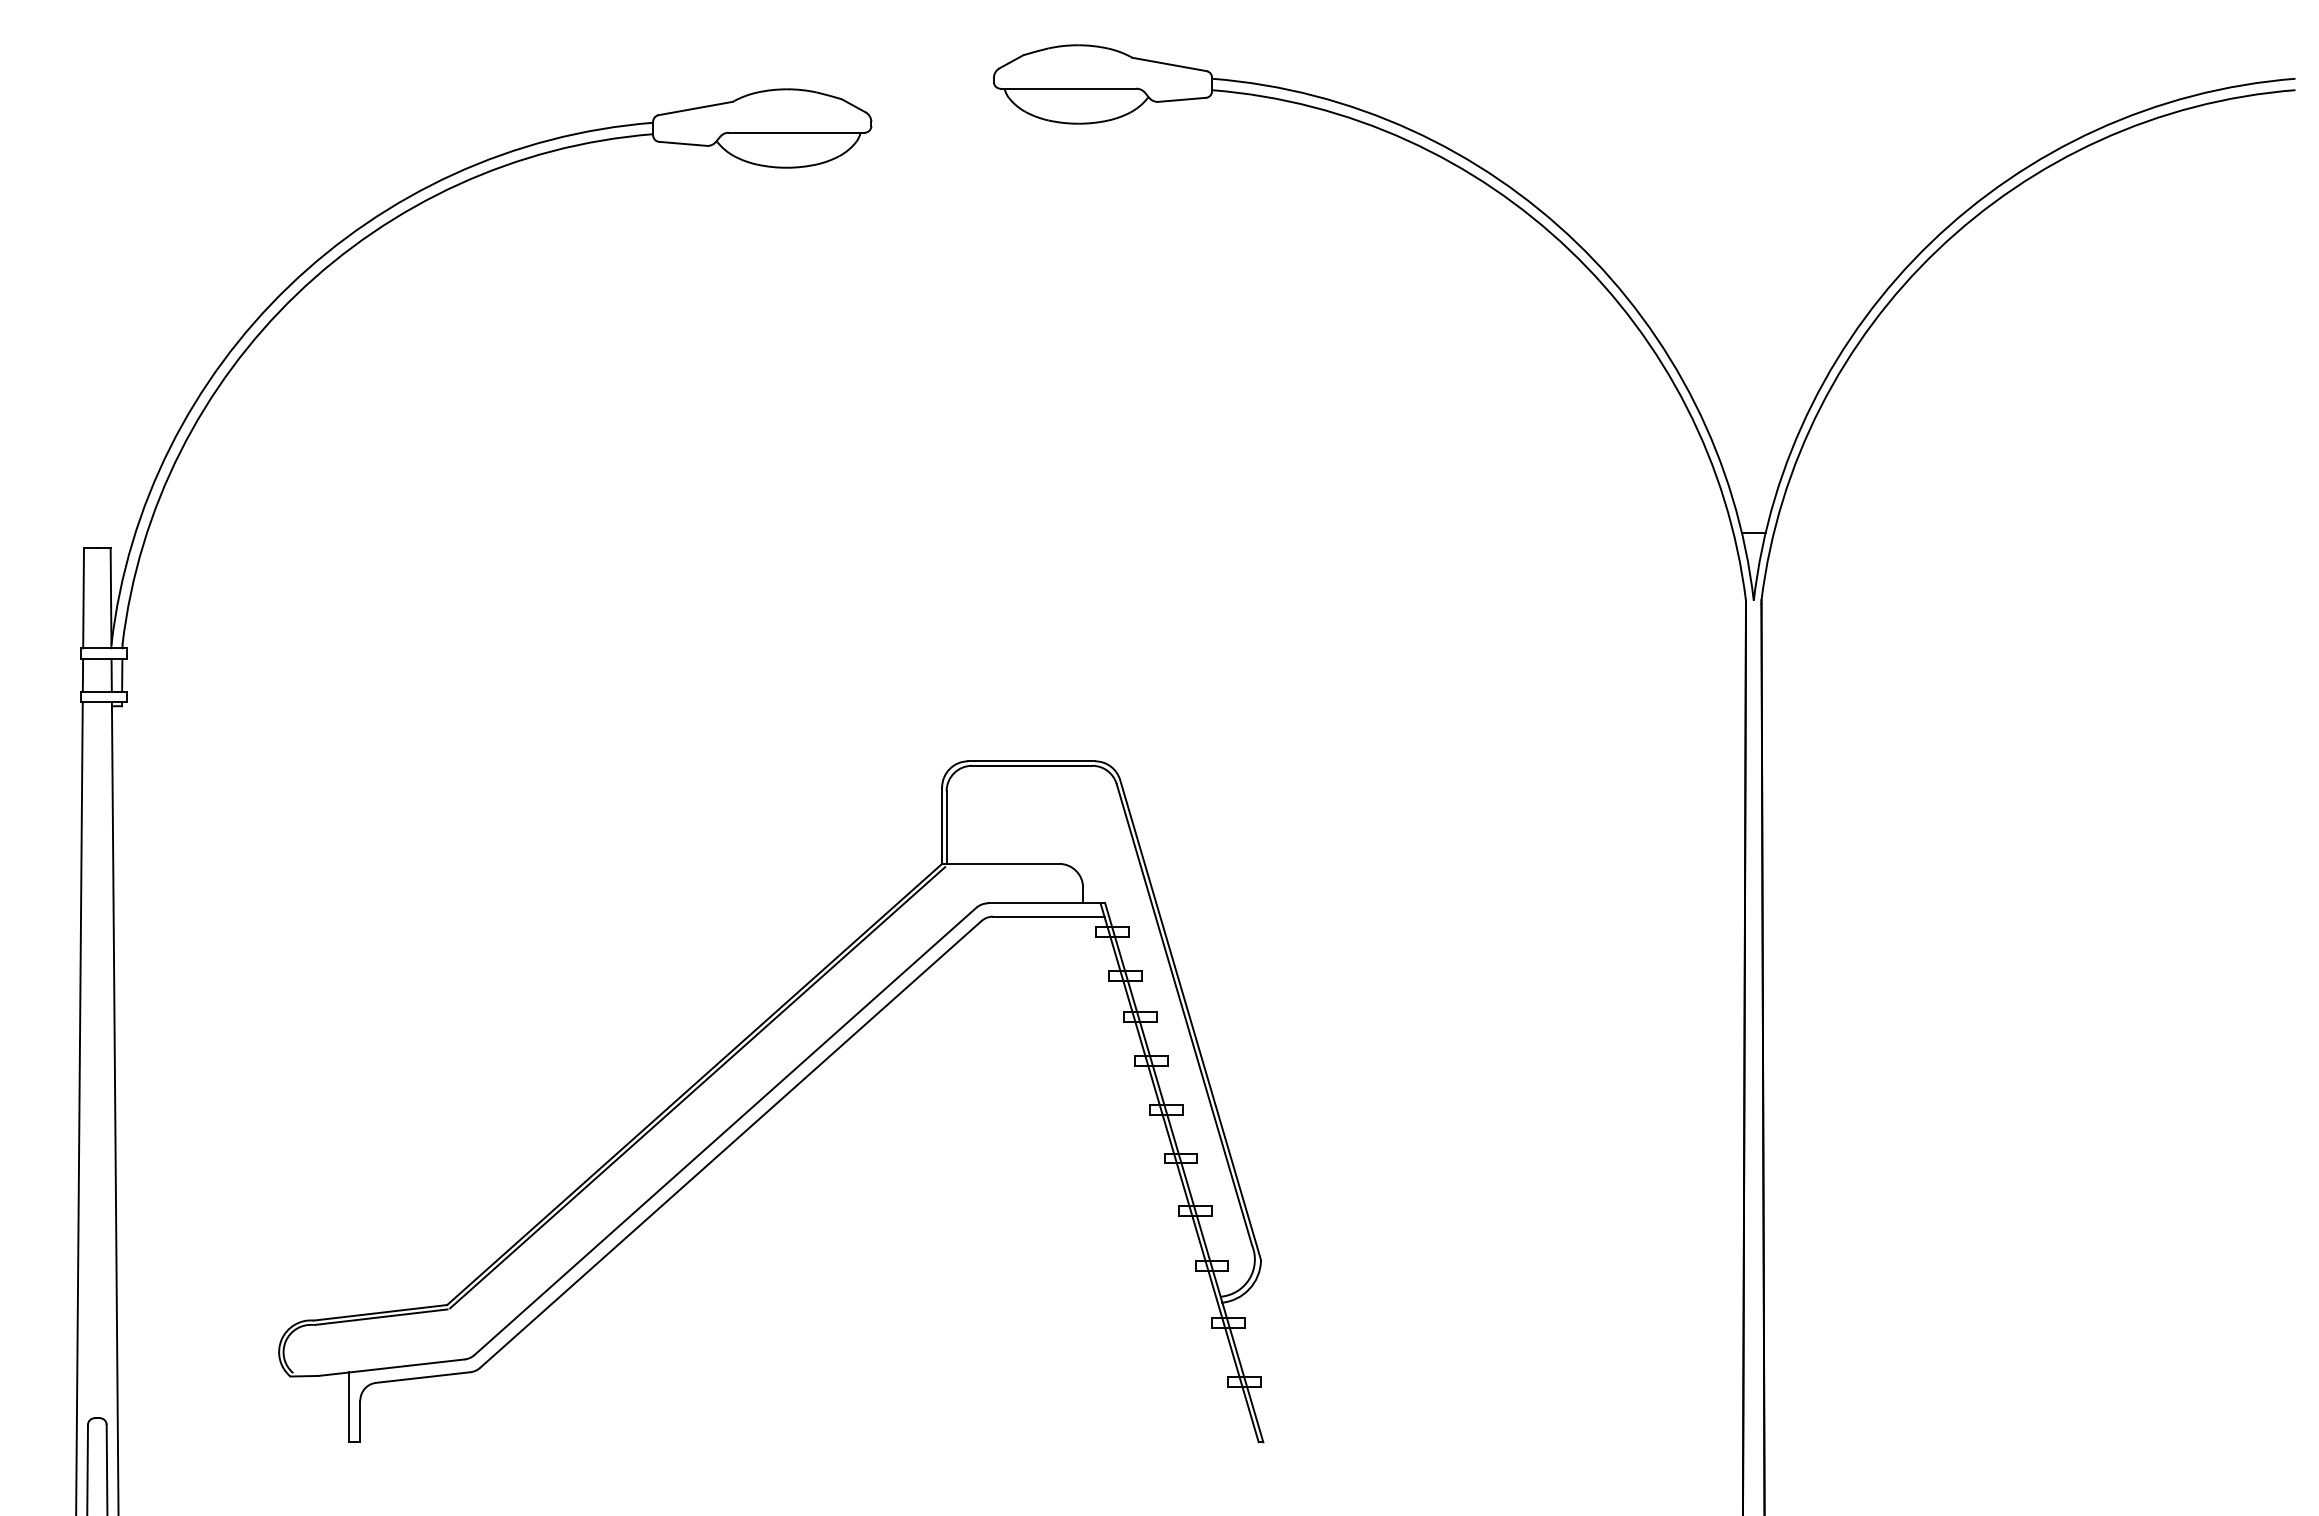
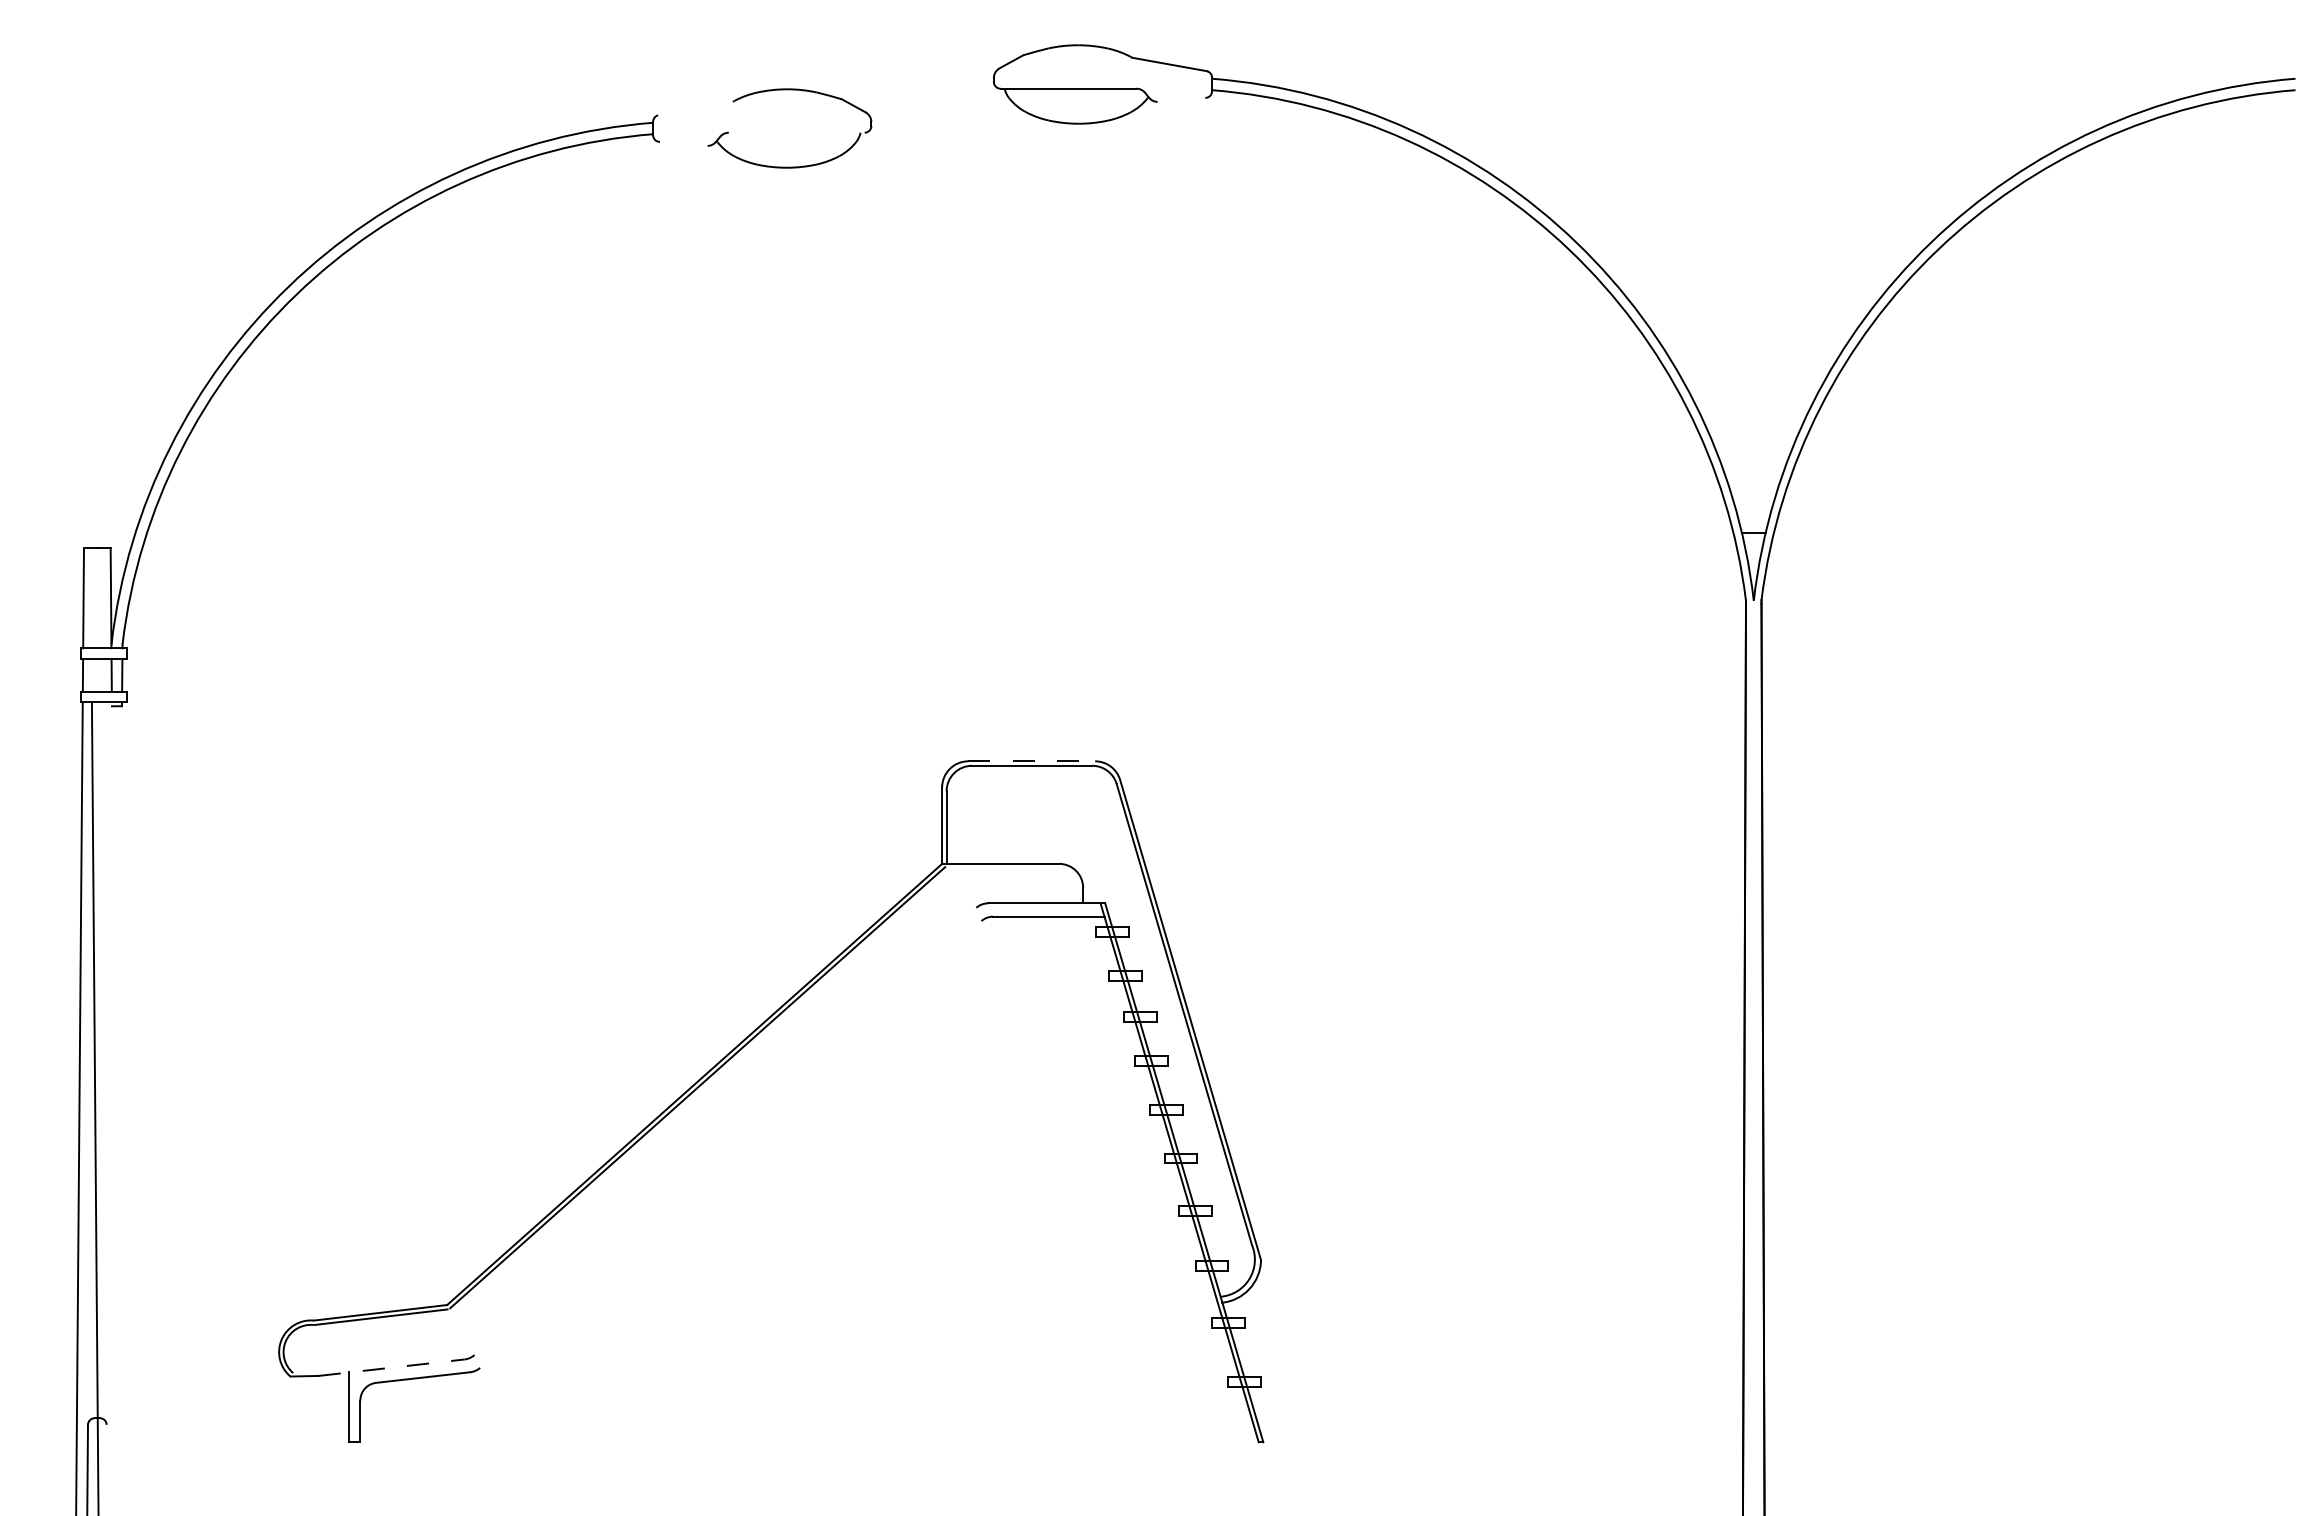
line at (1181, 99): present -> none
line at (695, 108): present -> none
line at (796, 132): present -> none
line at (683, 143): present -> none
line at (1032, 761): solid -> dashed
line at (114, 1107) position: (114, 1107) -> (94, 1107)
line at (725, 1131): present -> none
line at (730, 1144): present -> none
line at (392, 1367): solid -> dashed
line at (106, 1468): present -> none
